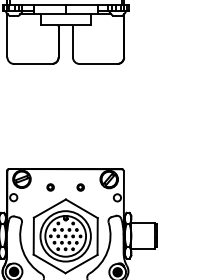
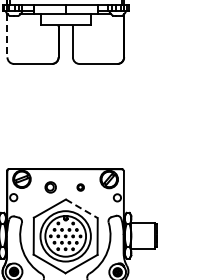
line at (7, 36): solid -> dashed
part at (50, 187) size: 9x9 px -> 13x13 px
line at (82, 209): solid -> dashed
